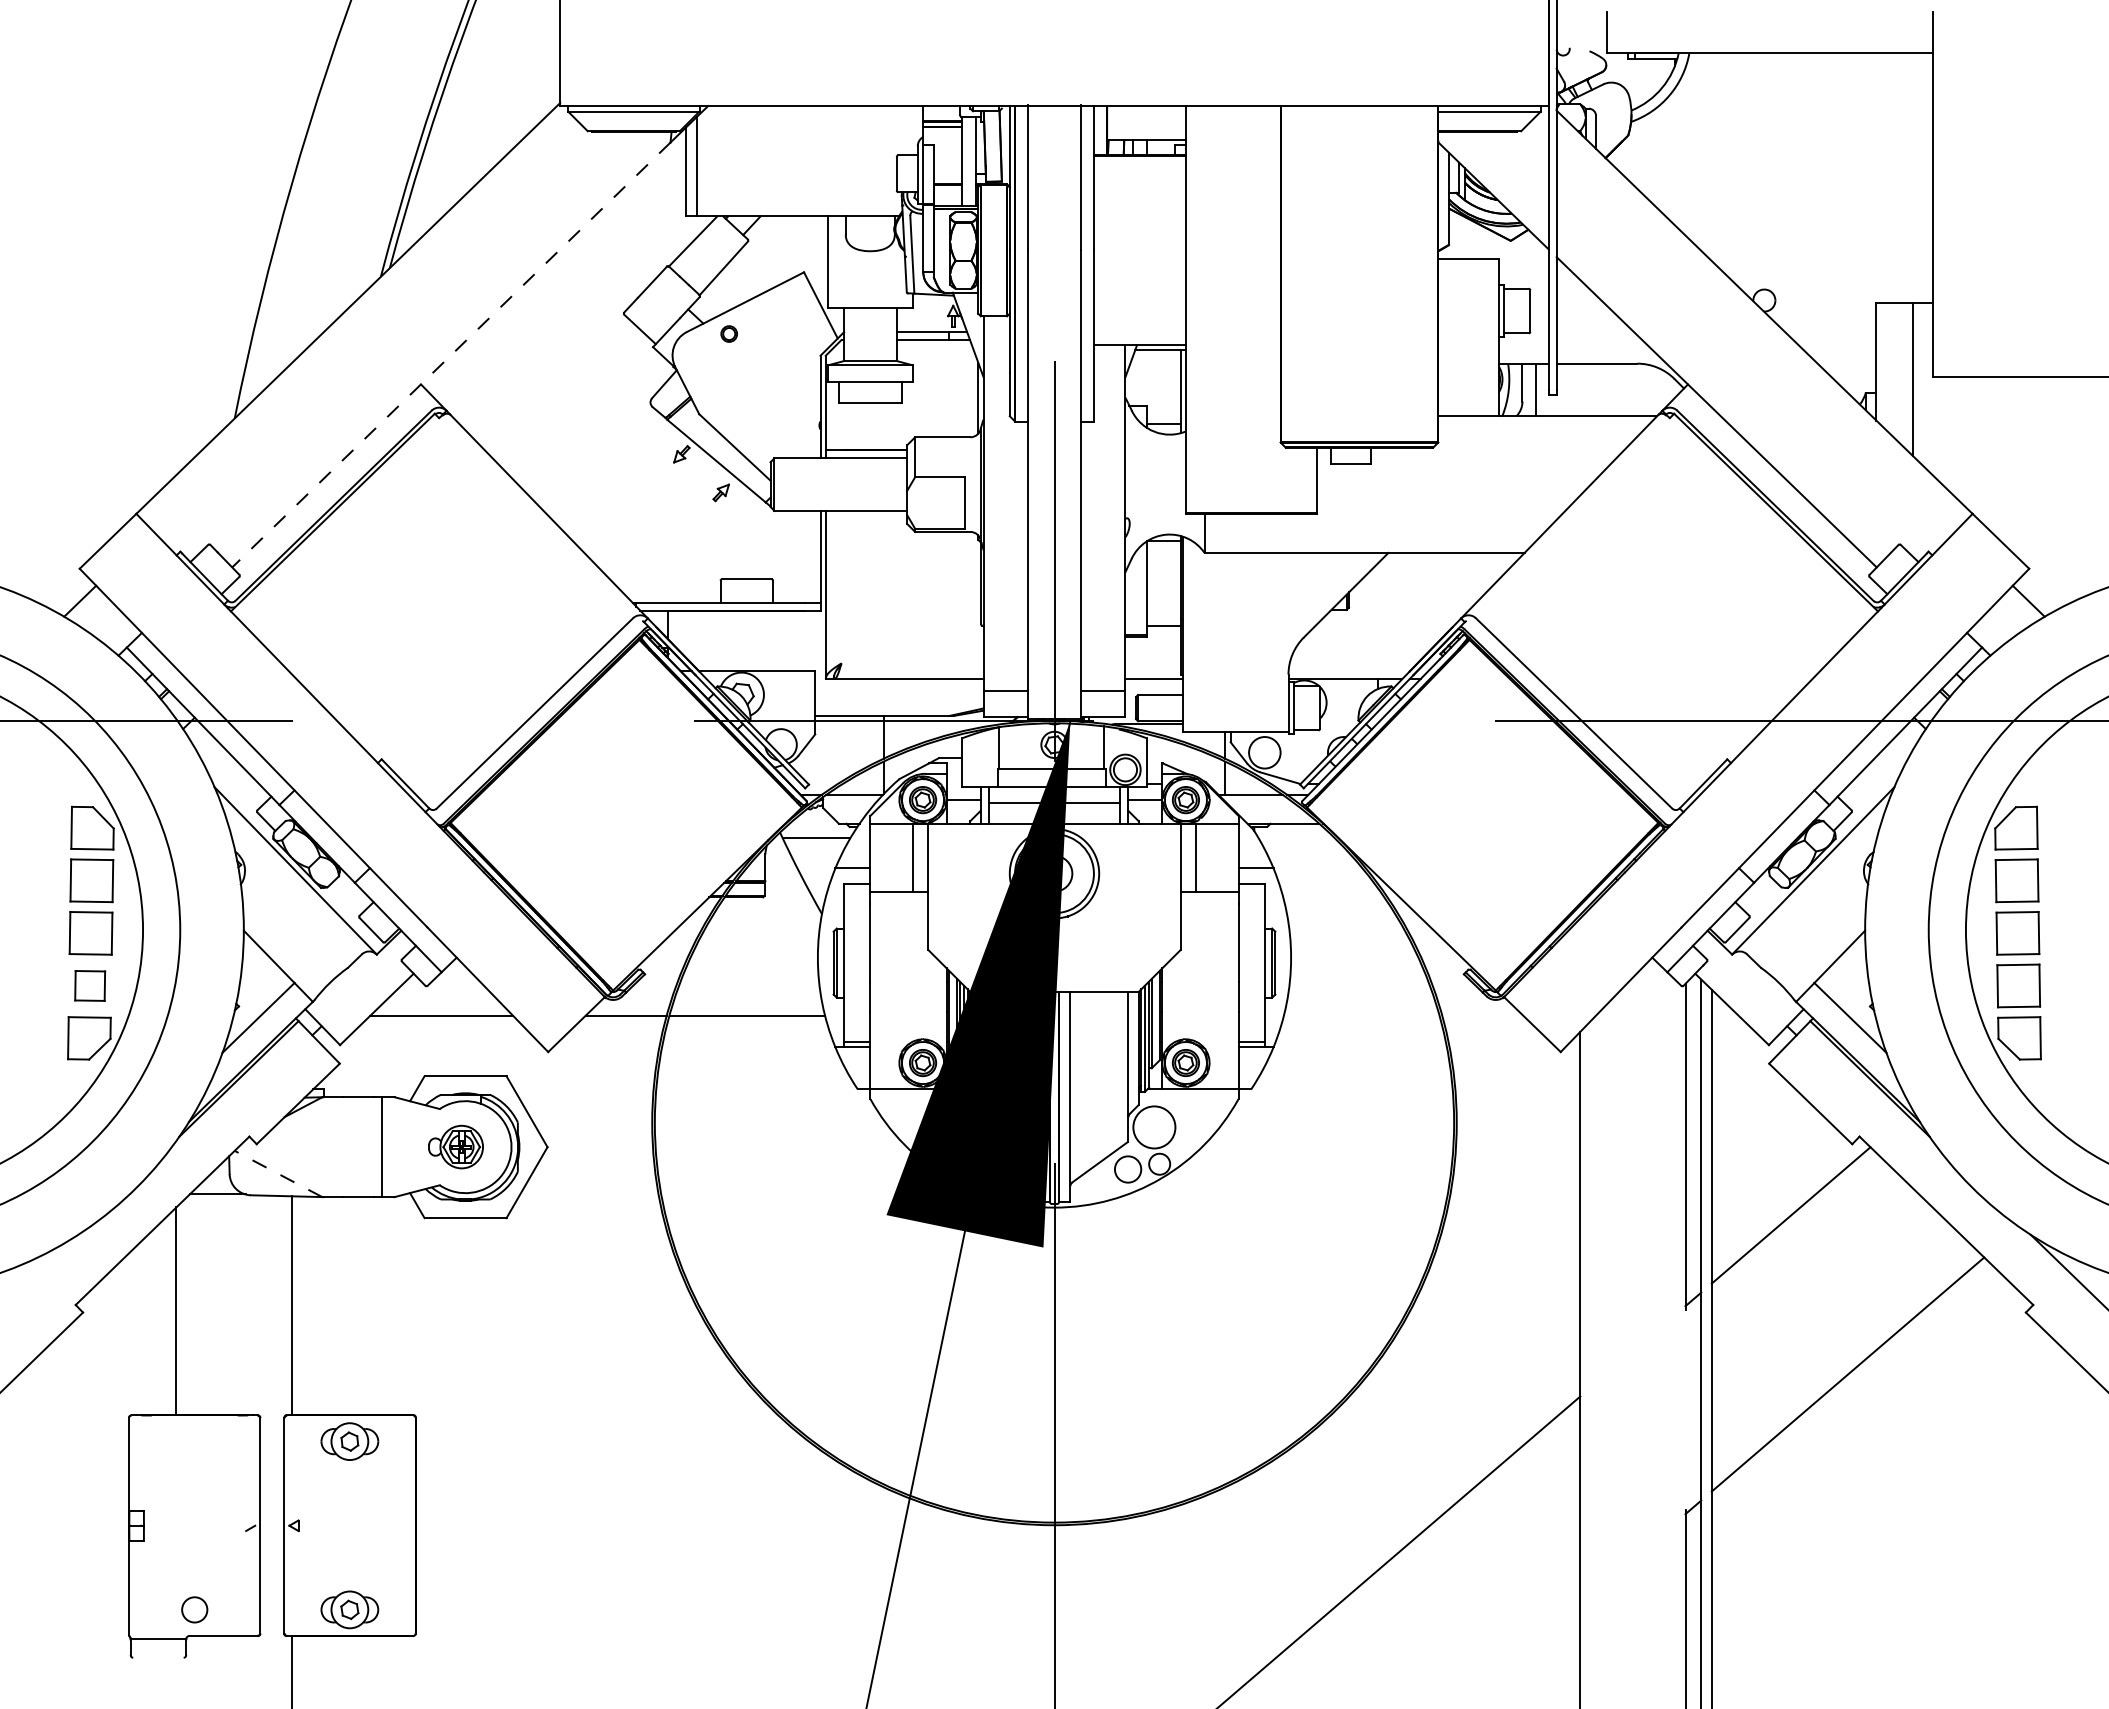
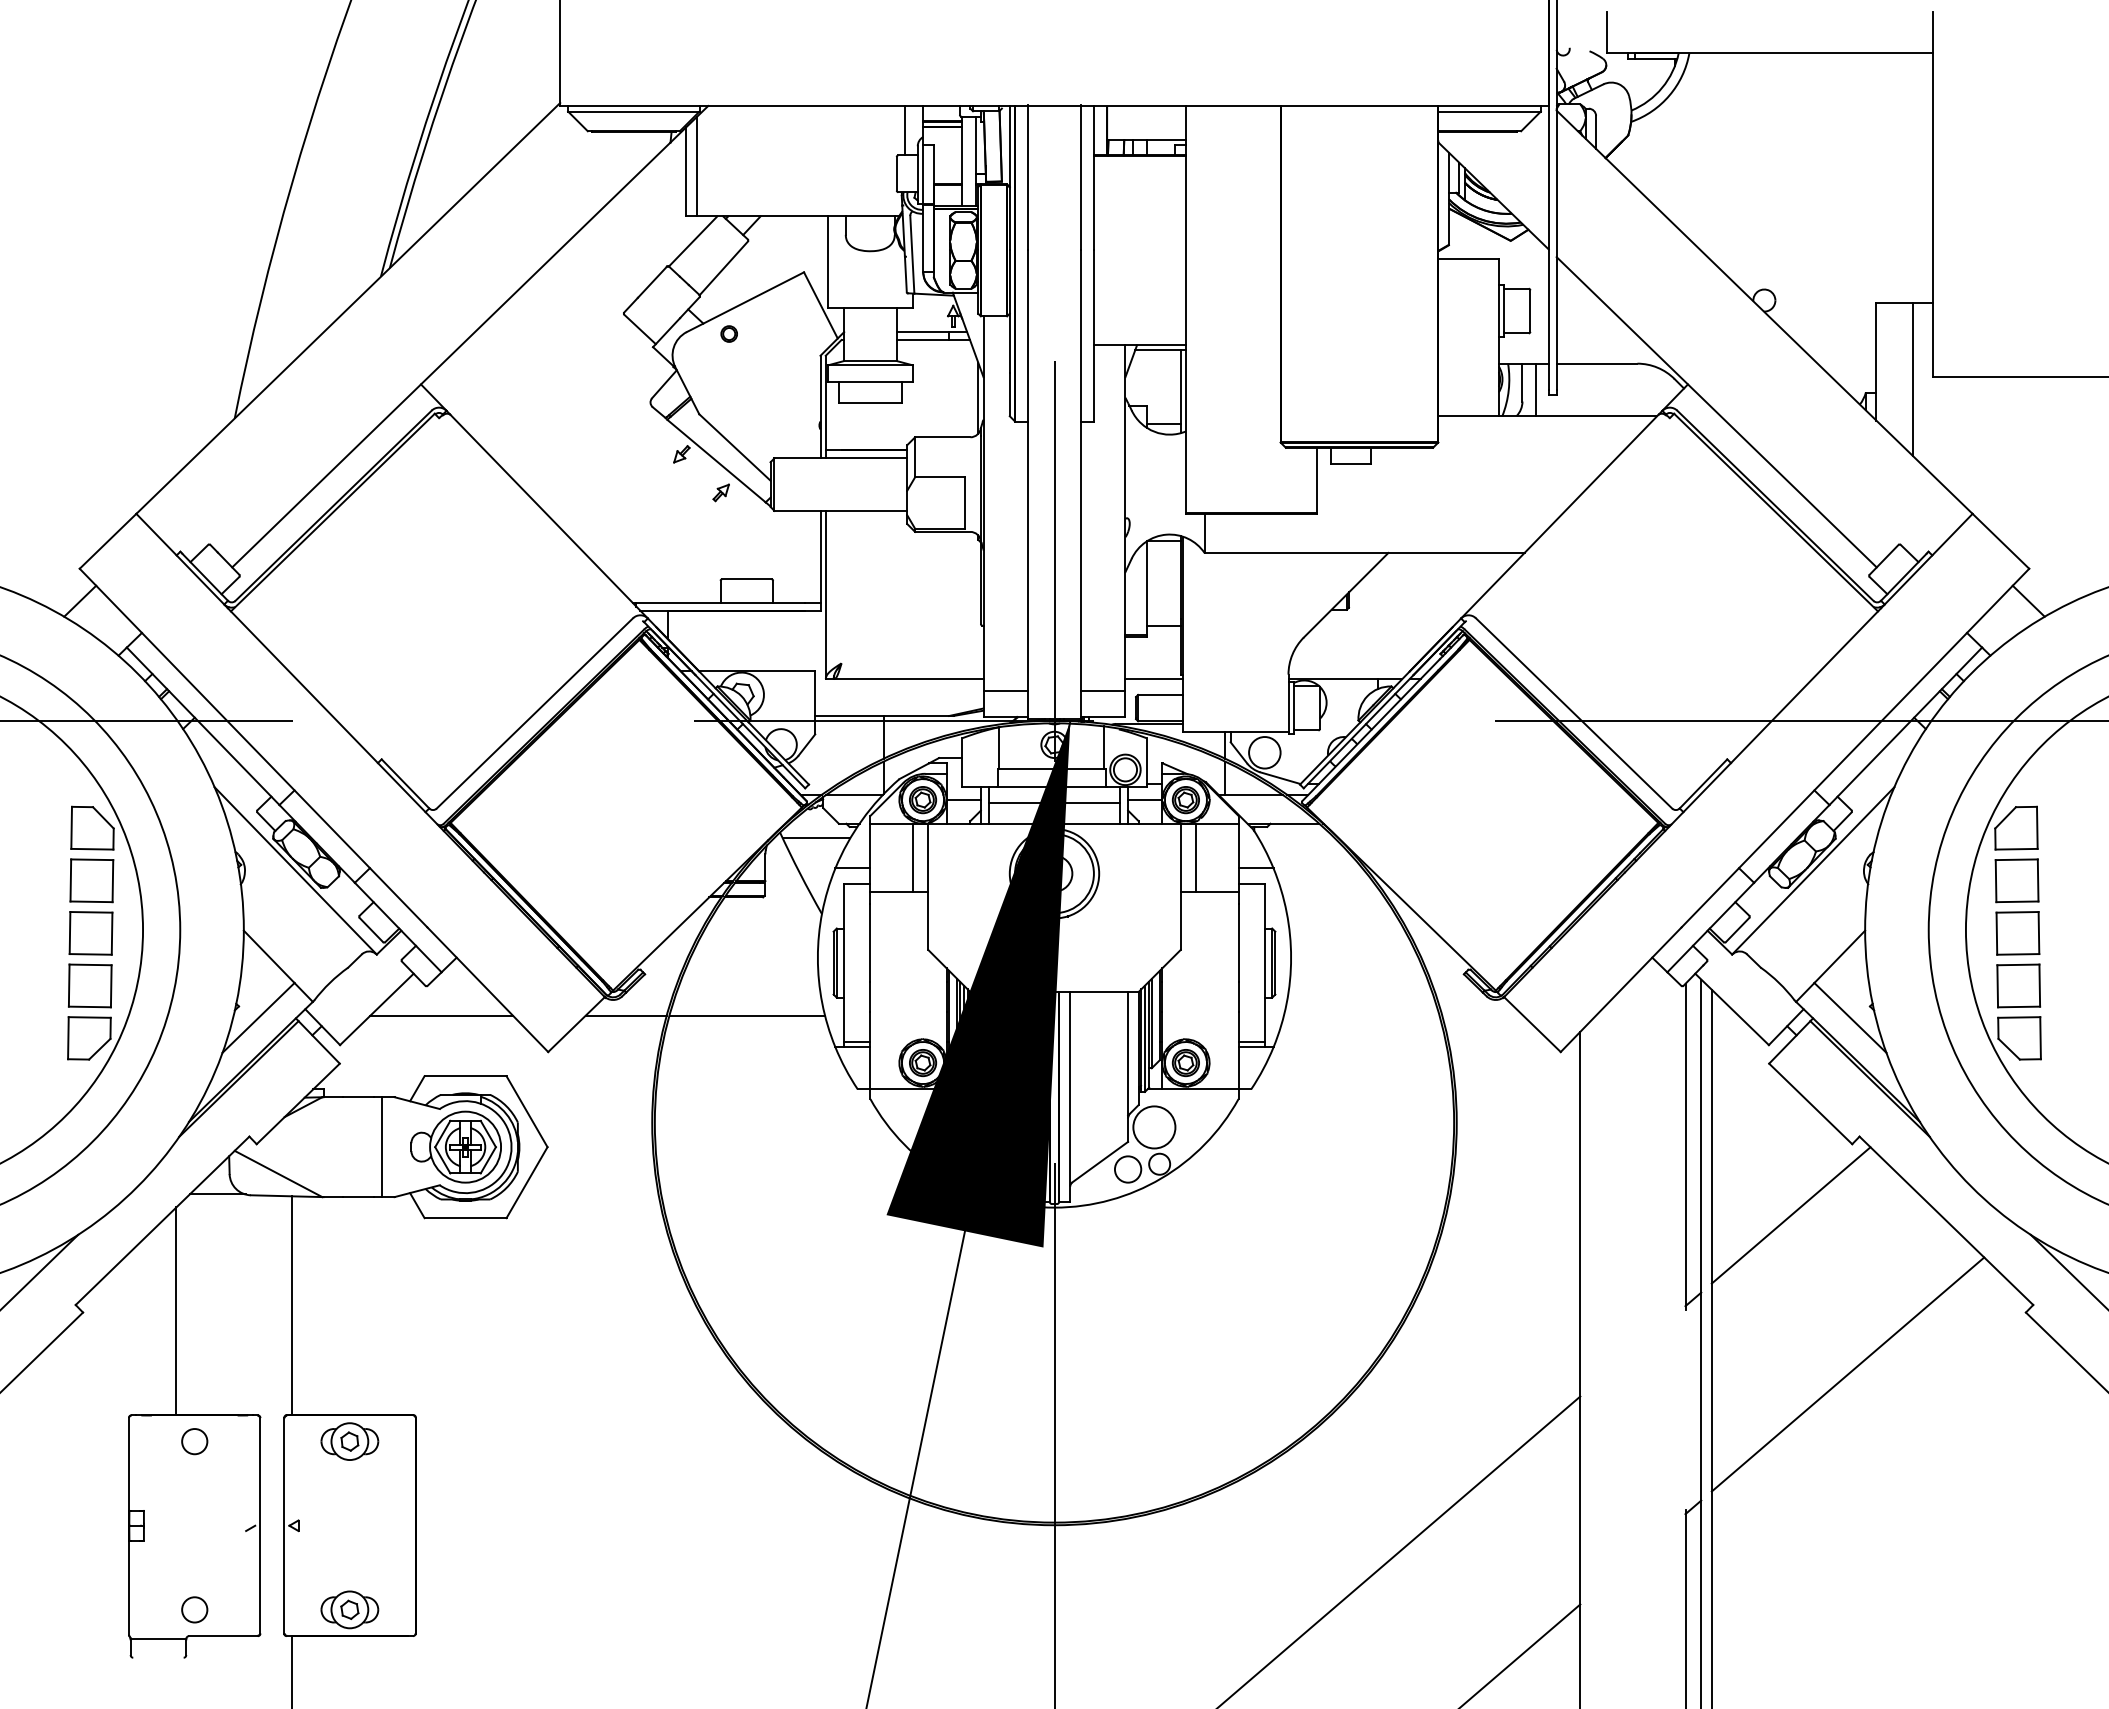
line at (904, 130): none -> present
line at (451, 355): dashed -> solid
part at (90, 985) size: 33x32 px -> 46x46 px
part at (455, 1146) size: 56x46 px -> 92x74 px
line at (278, 1173): dashed -> solid
line at (40, 1271): none -> present
circle at (194, 1441): none -> present
line at (1521, 1654): none -> present
